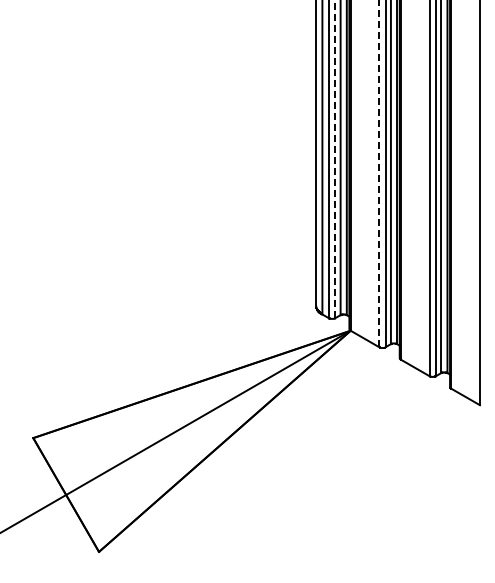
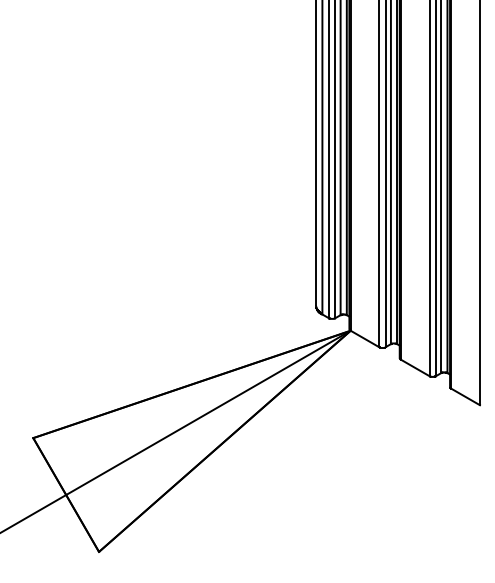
line at (335, 159): dashed -> solid
line at (379, 173): dashed -> solid
